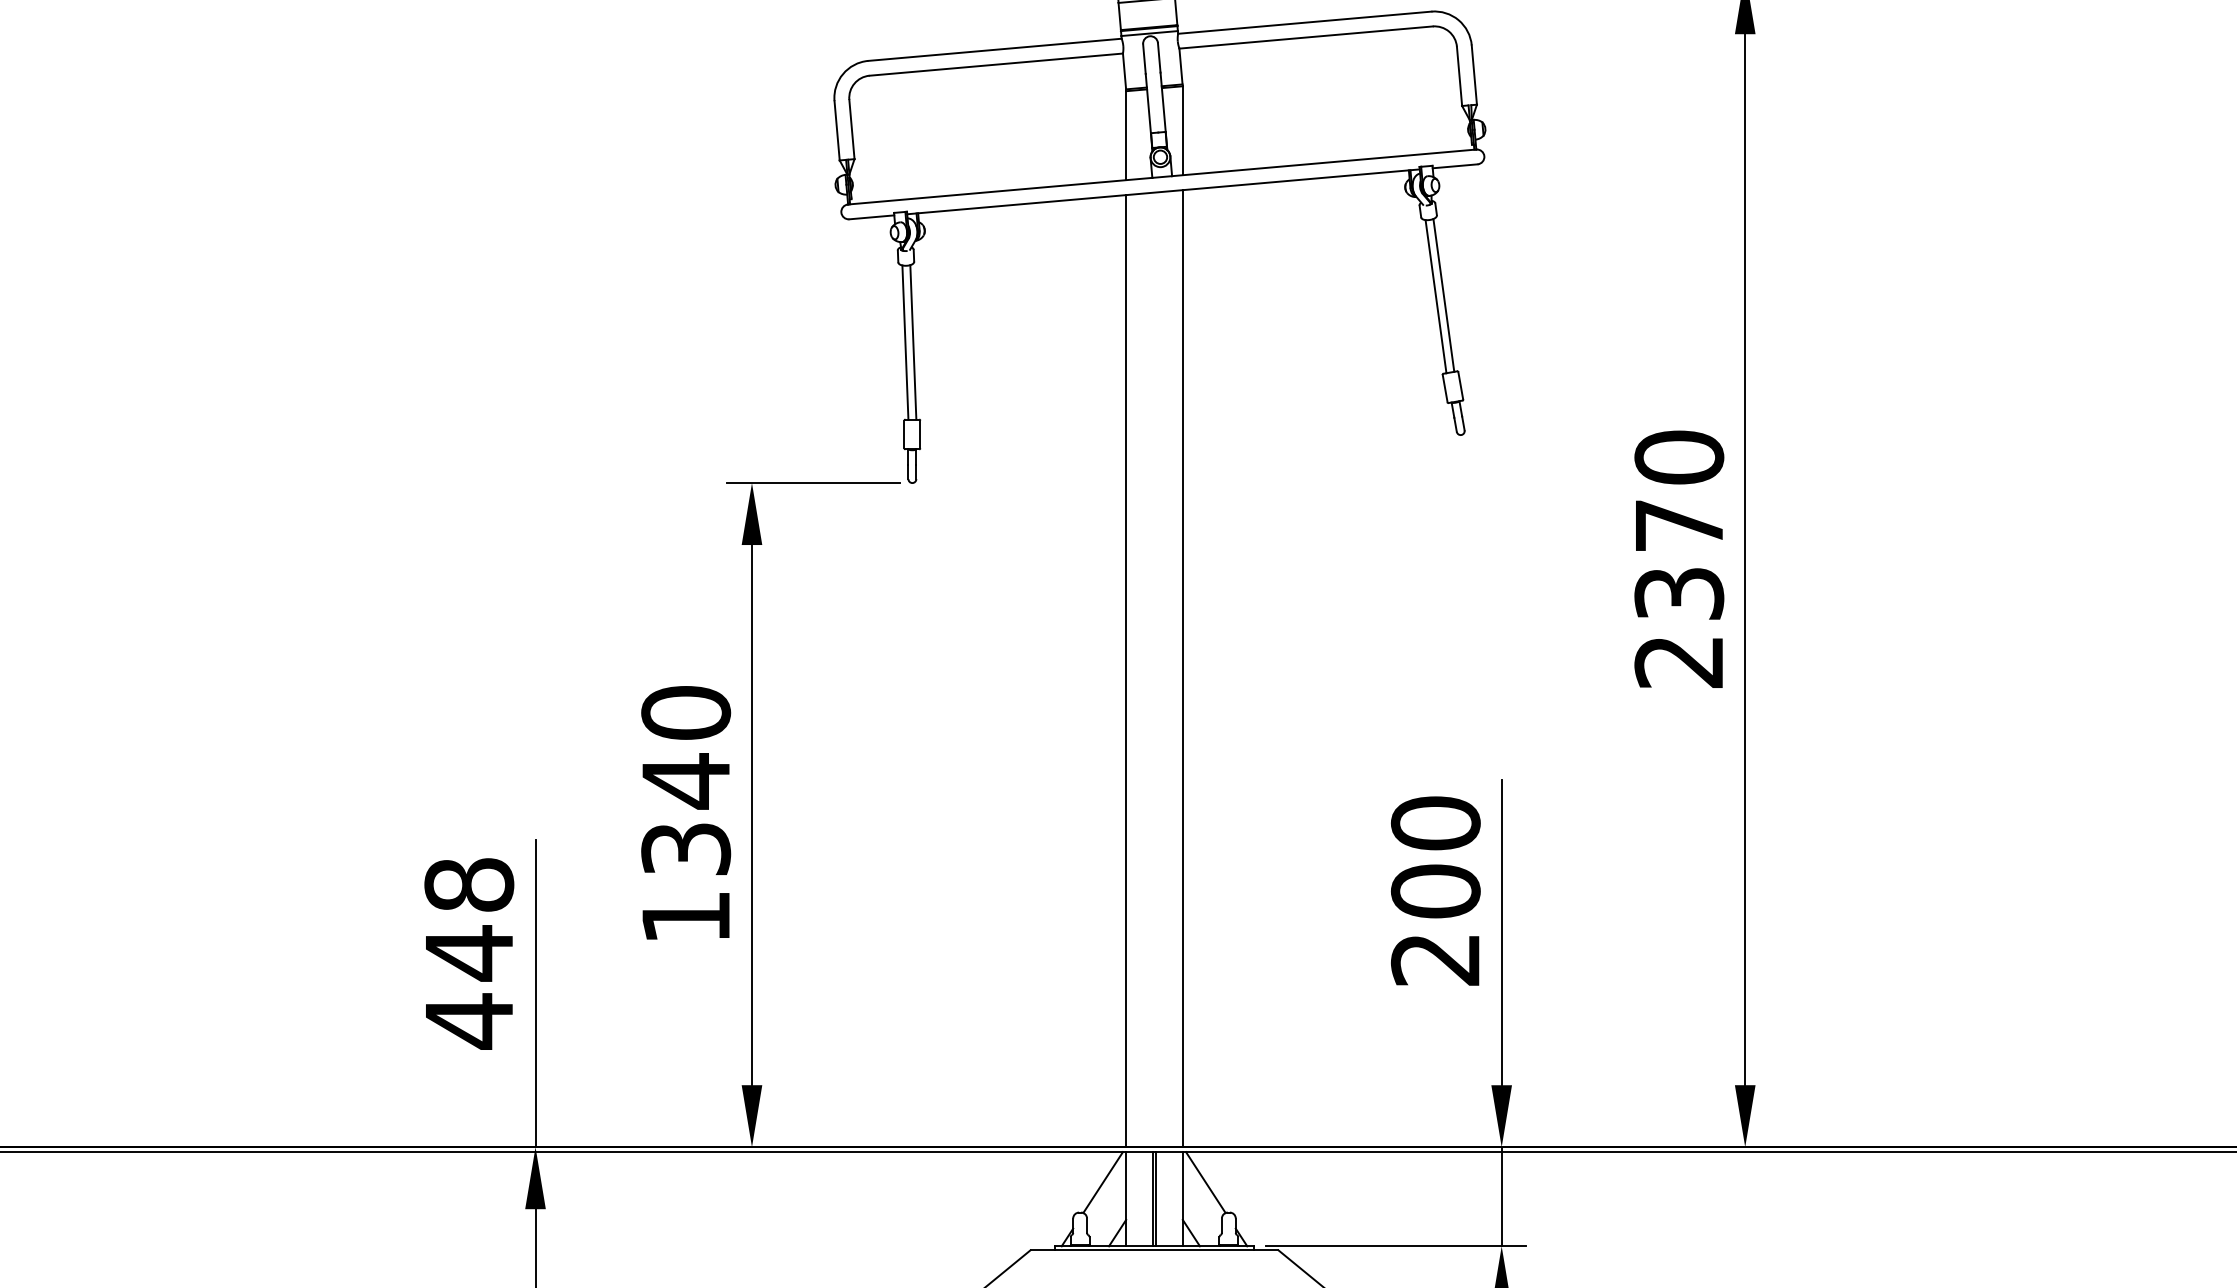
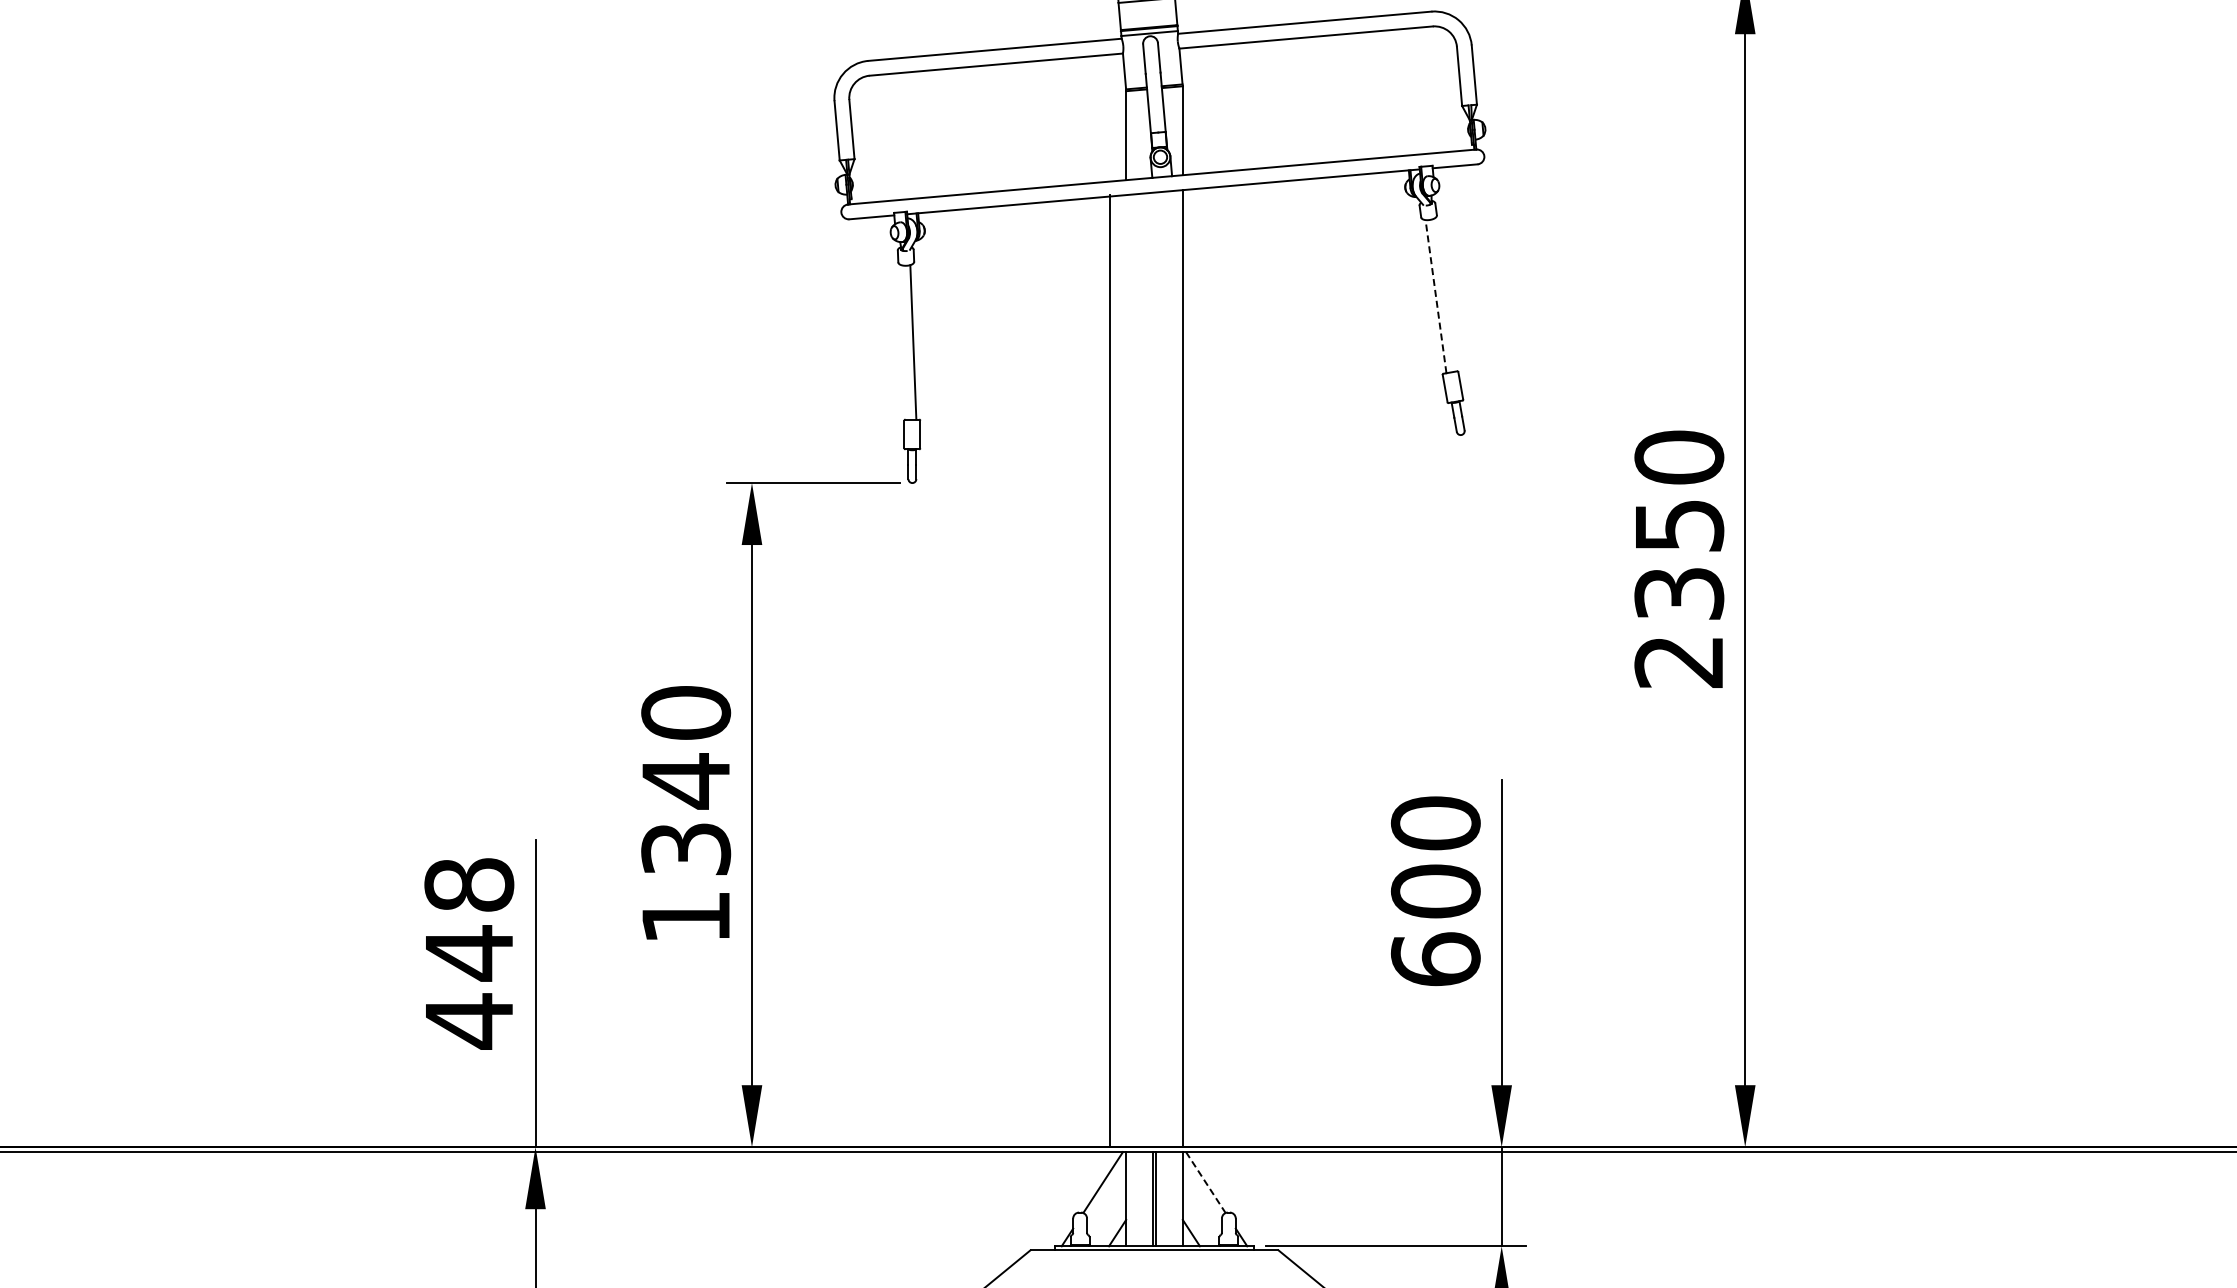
line at (1443, 295): present -> none
line at (1435, 296): solid -> dashed
line at (905, 342): present -> none
text at (1680, 525): 2370 -> 2350
line at (1126, 671) position: (1126, 671) -> (1110, 671)
text at (1435, 959): 200 -> 600
line at (1206, 1182): solid -> dashed
